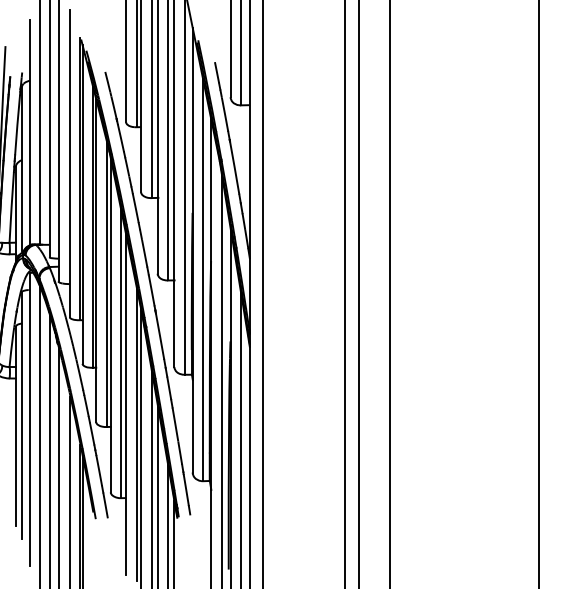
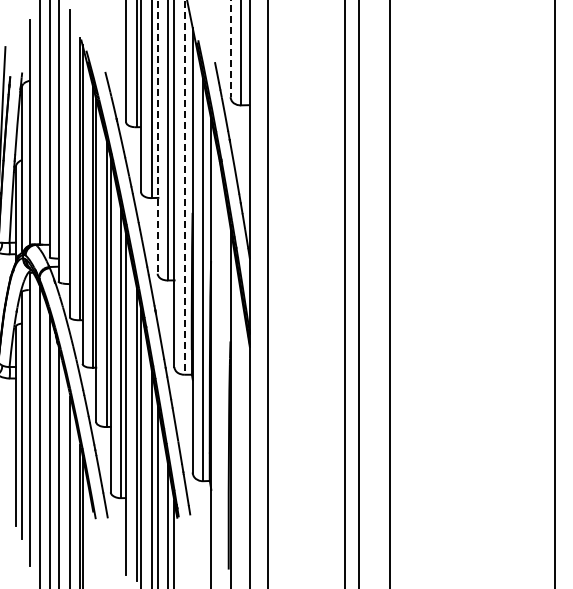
line at (230, 49): solid -> dashed
line at (157, 137): solid -> dashed
line at (184, 187): solid -> dashed
line at (263, 293) position: (263, 293) -> (268, 293)
line at (538, 293) position: (538, 293) -> (554, 293)
line at (221, 379): present -> none
line at (241, 439): present -> none
